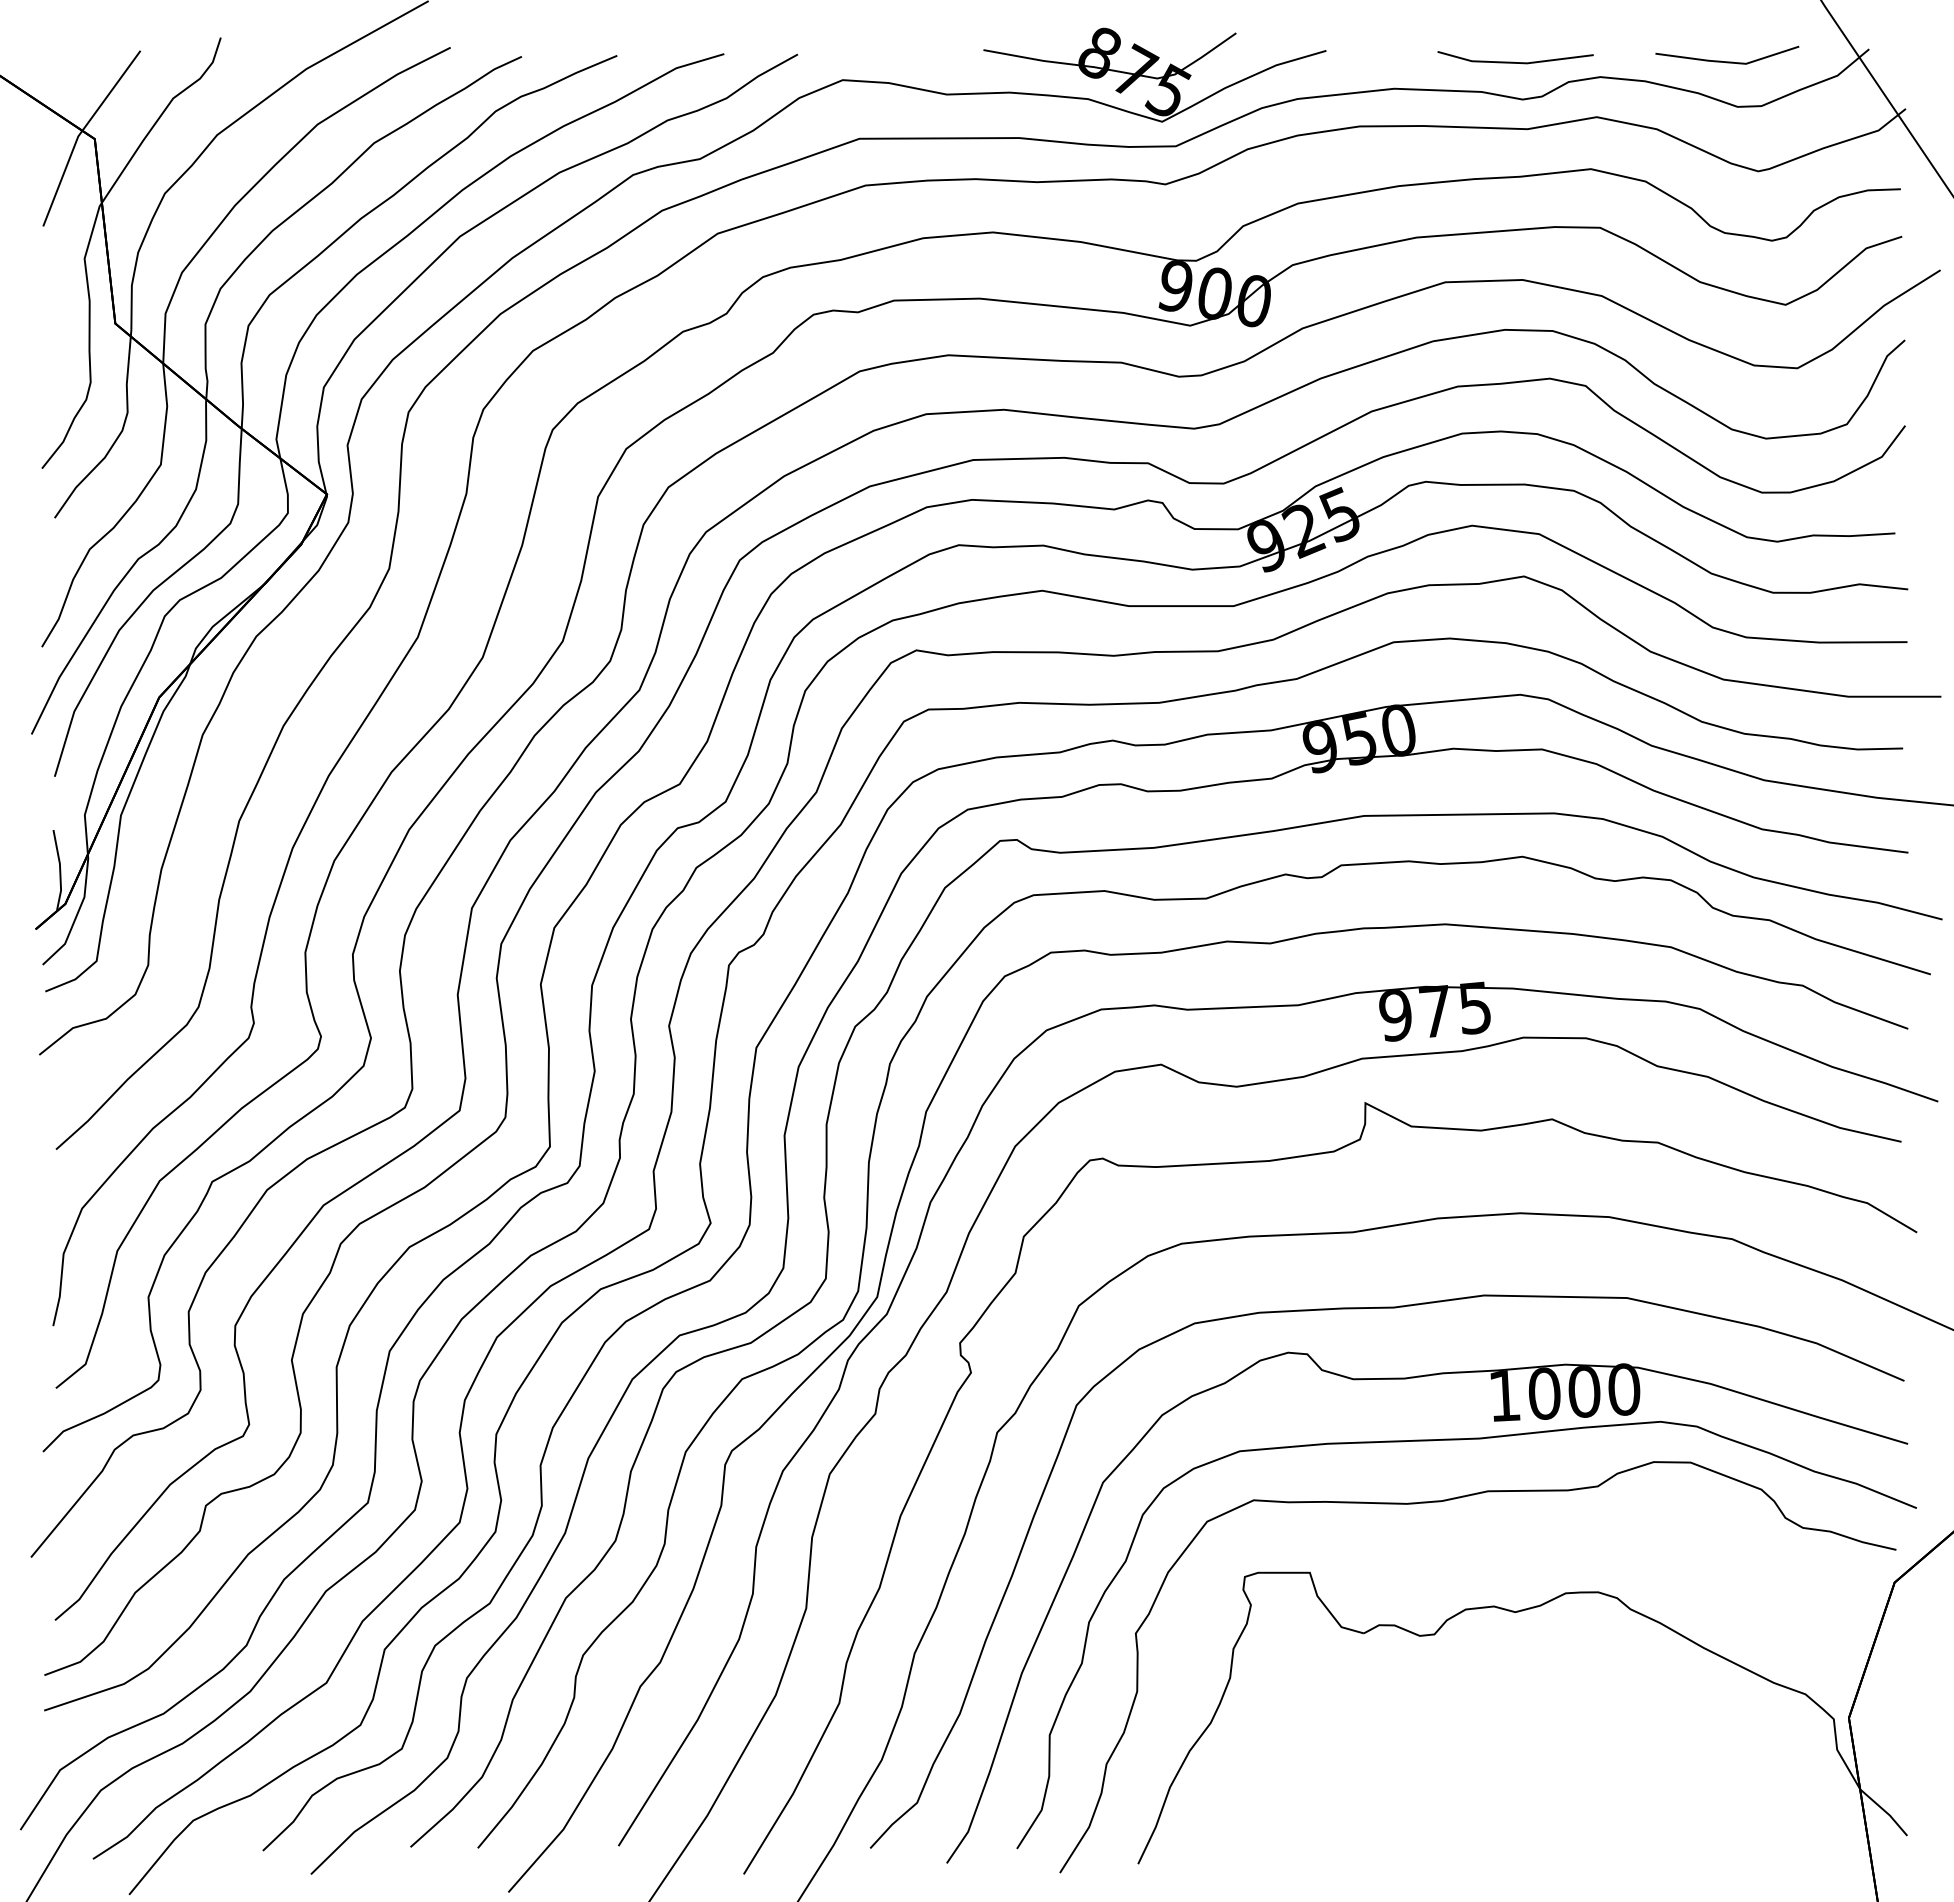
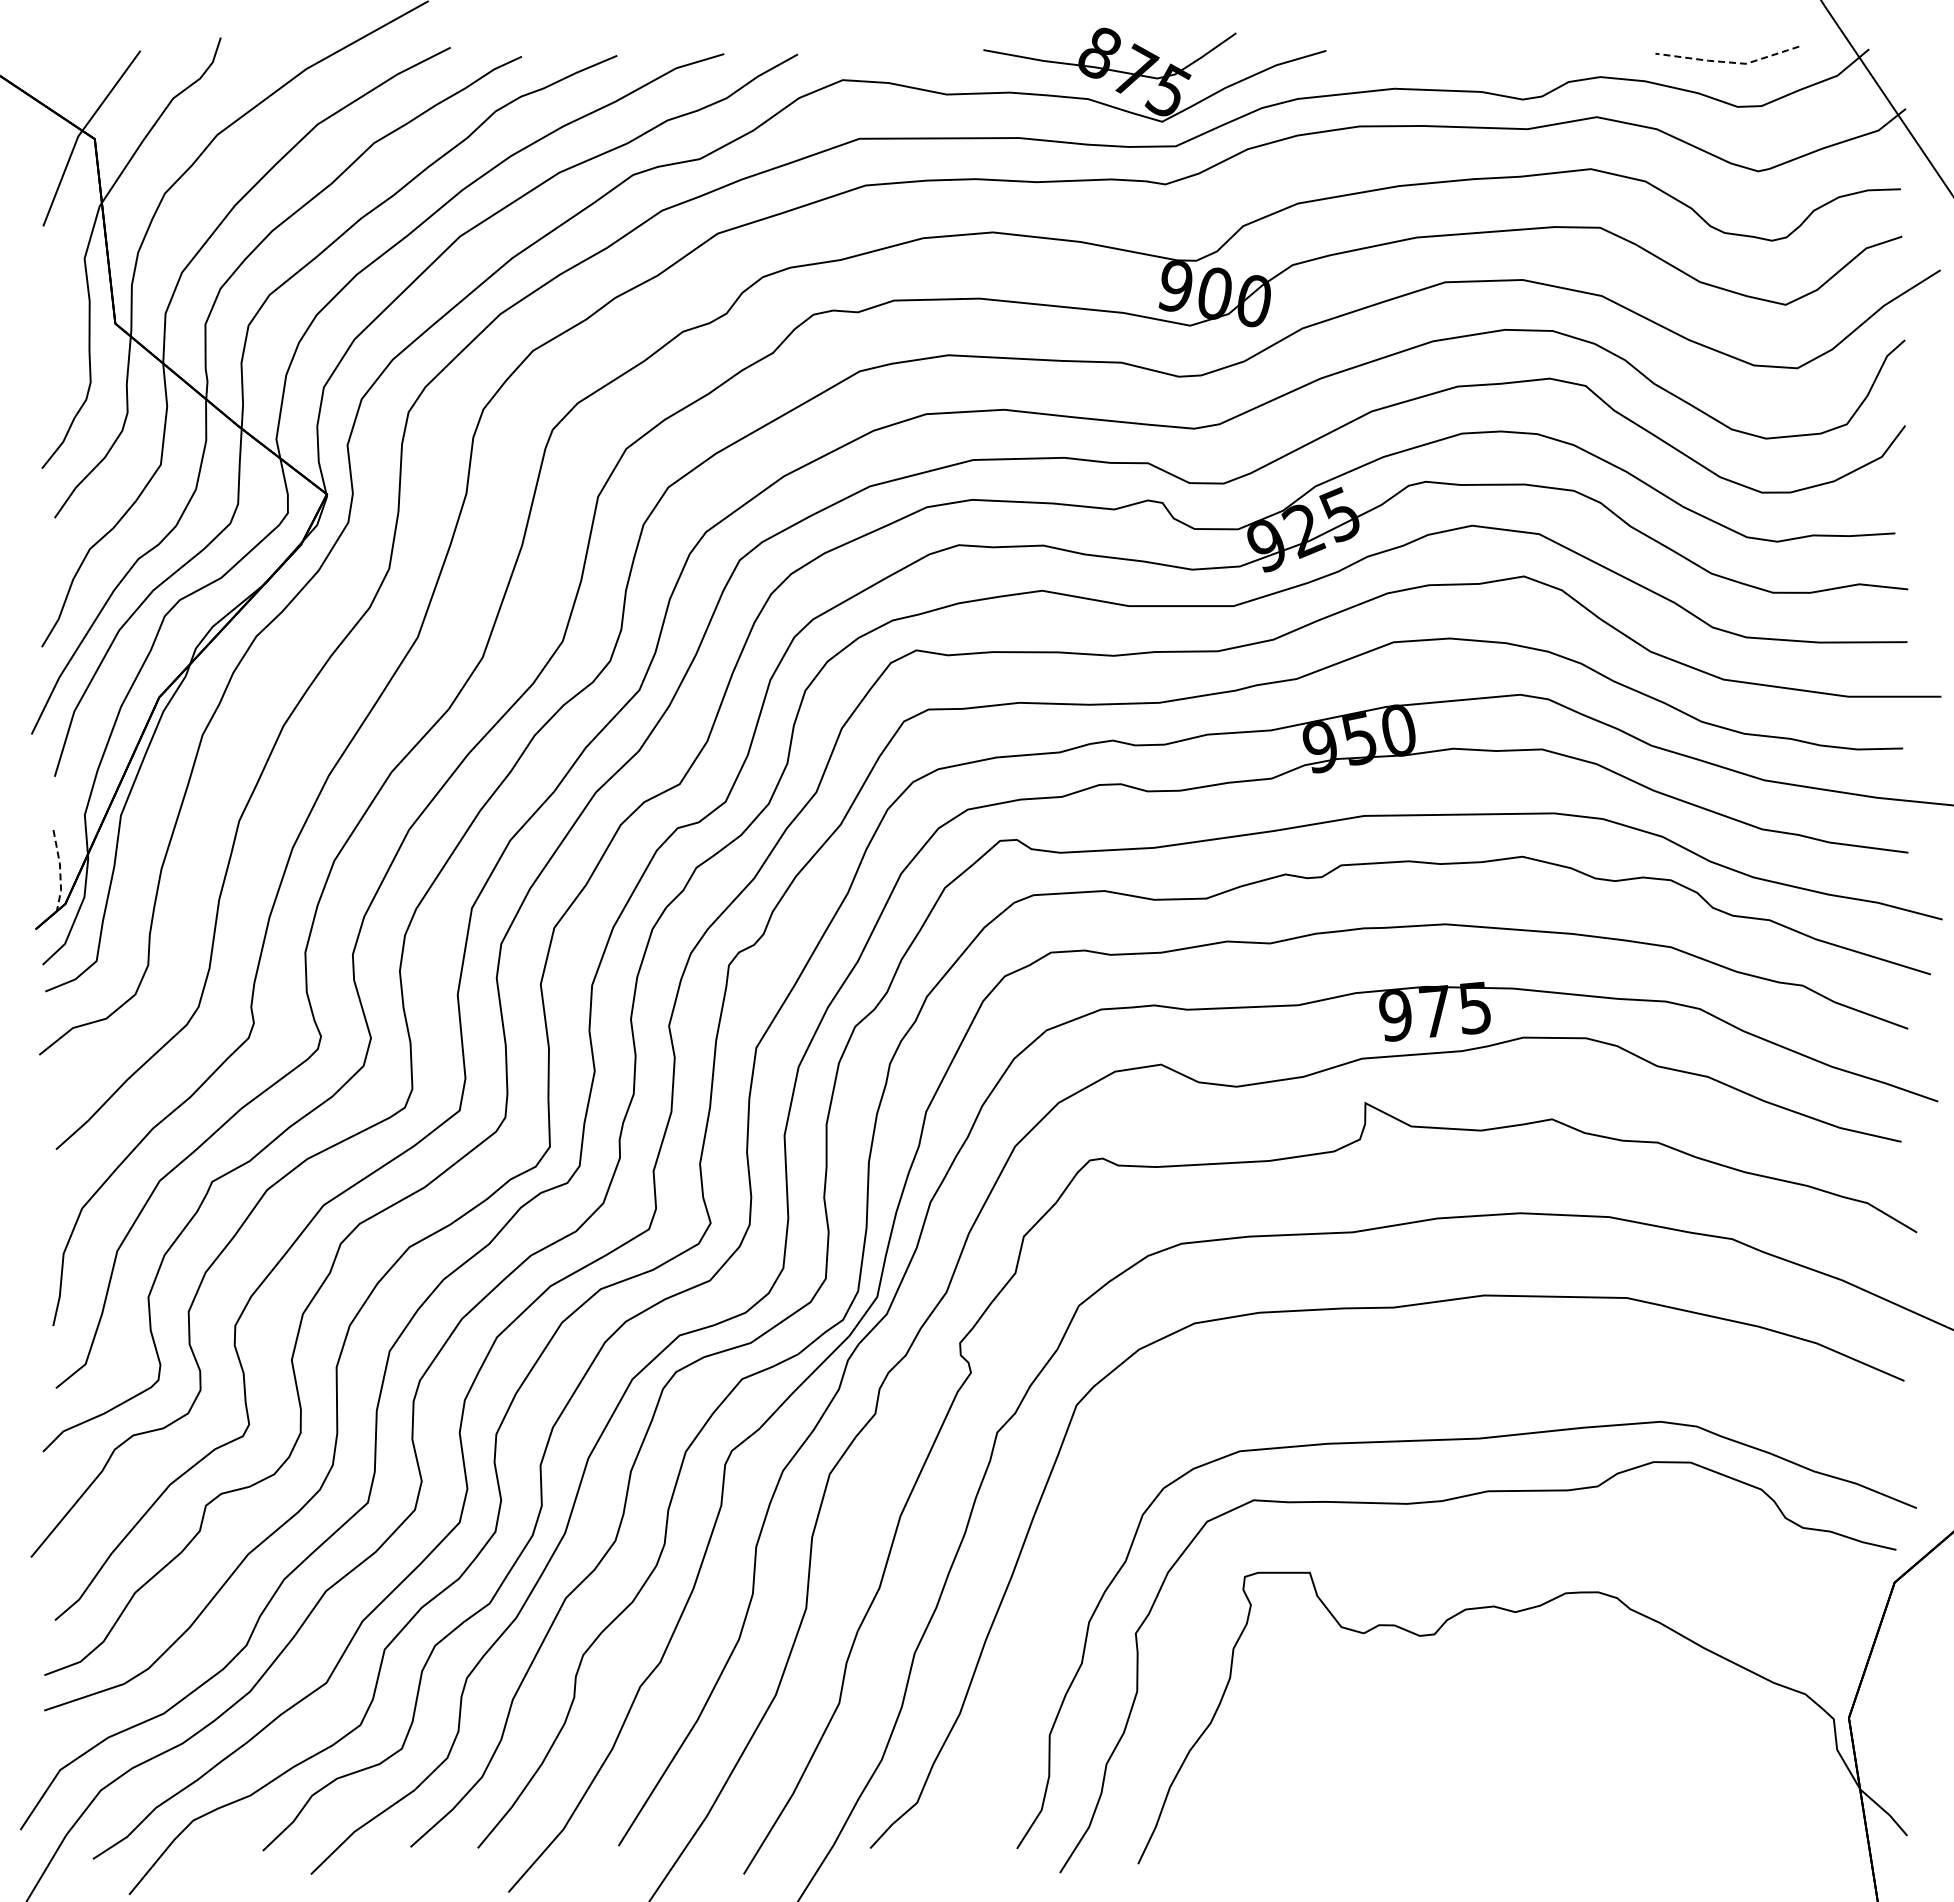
line at (1513, 61): present -> none
line at (1728, 62): solid -> dashed
line at (60, 870): solid -> dashed
part at (1494, 1421): present -> none
